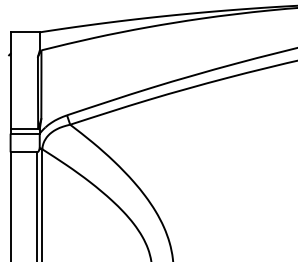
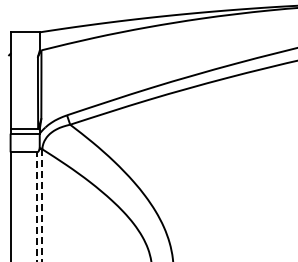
line at (42, 205): solid -> dashed
line at (36, 206): solid -> dashed
